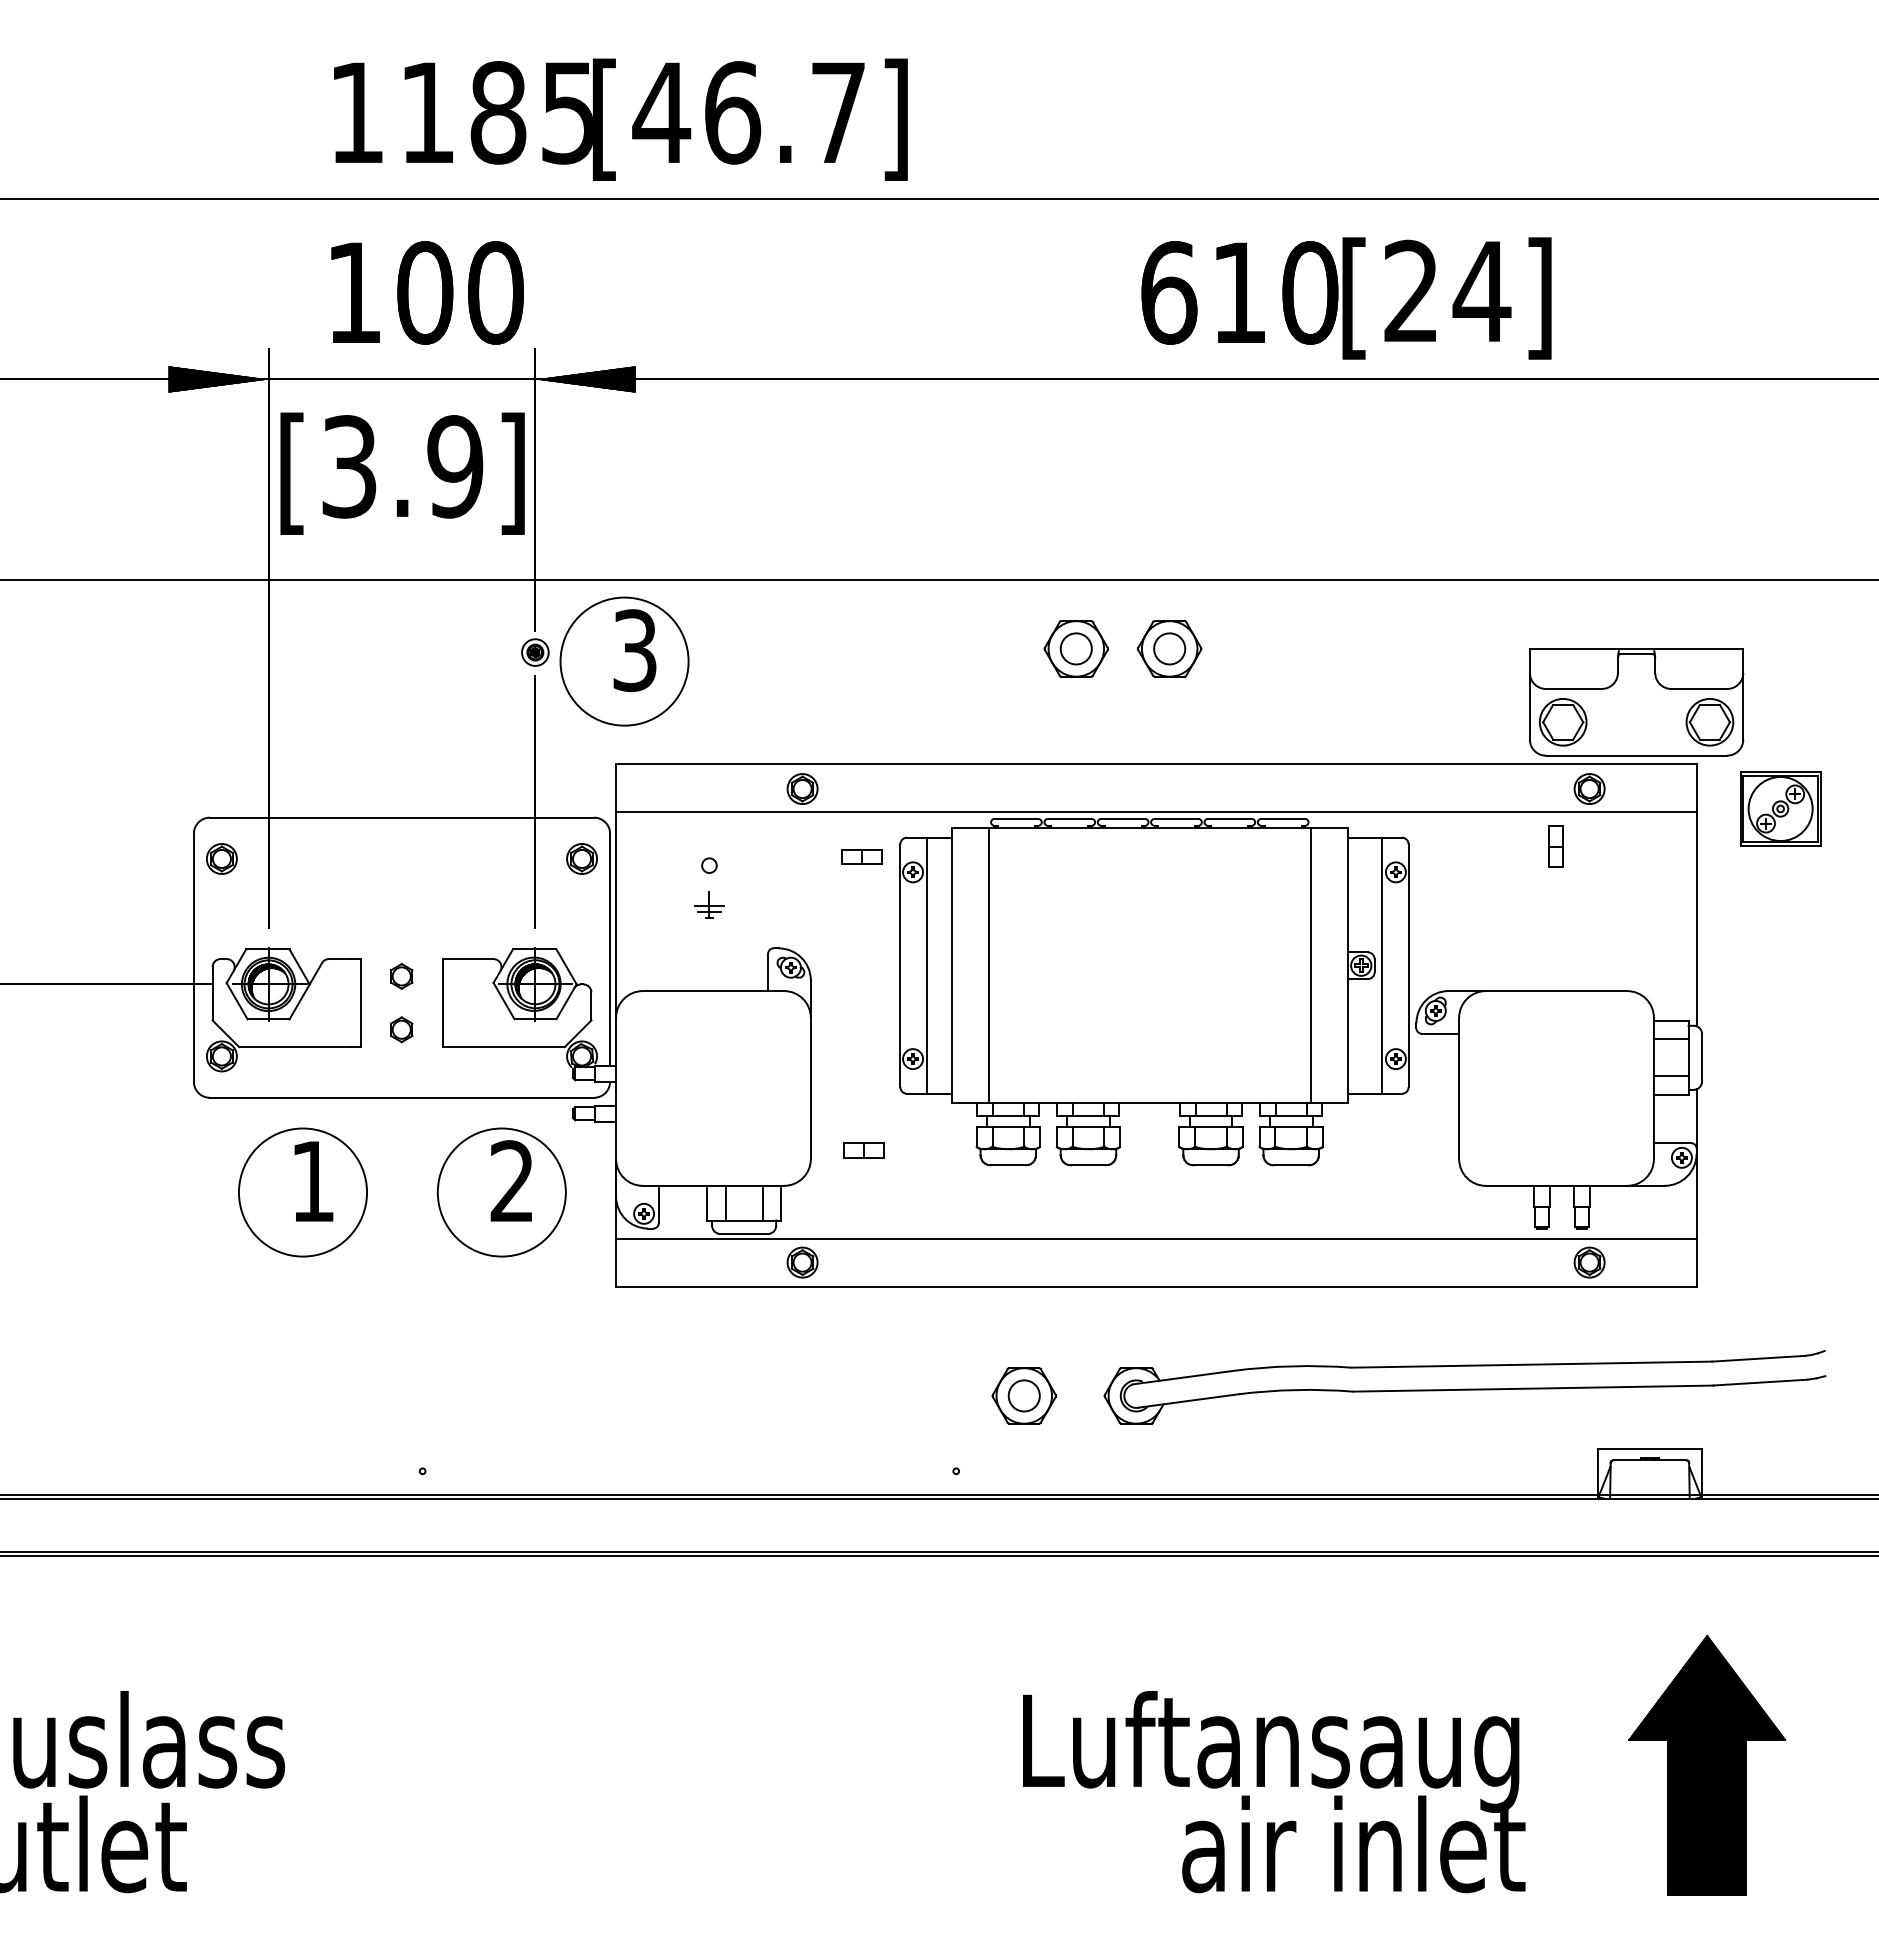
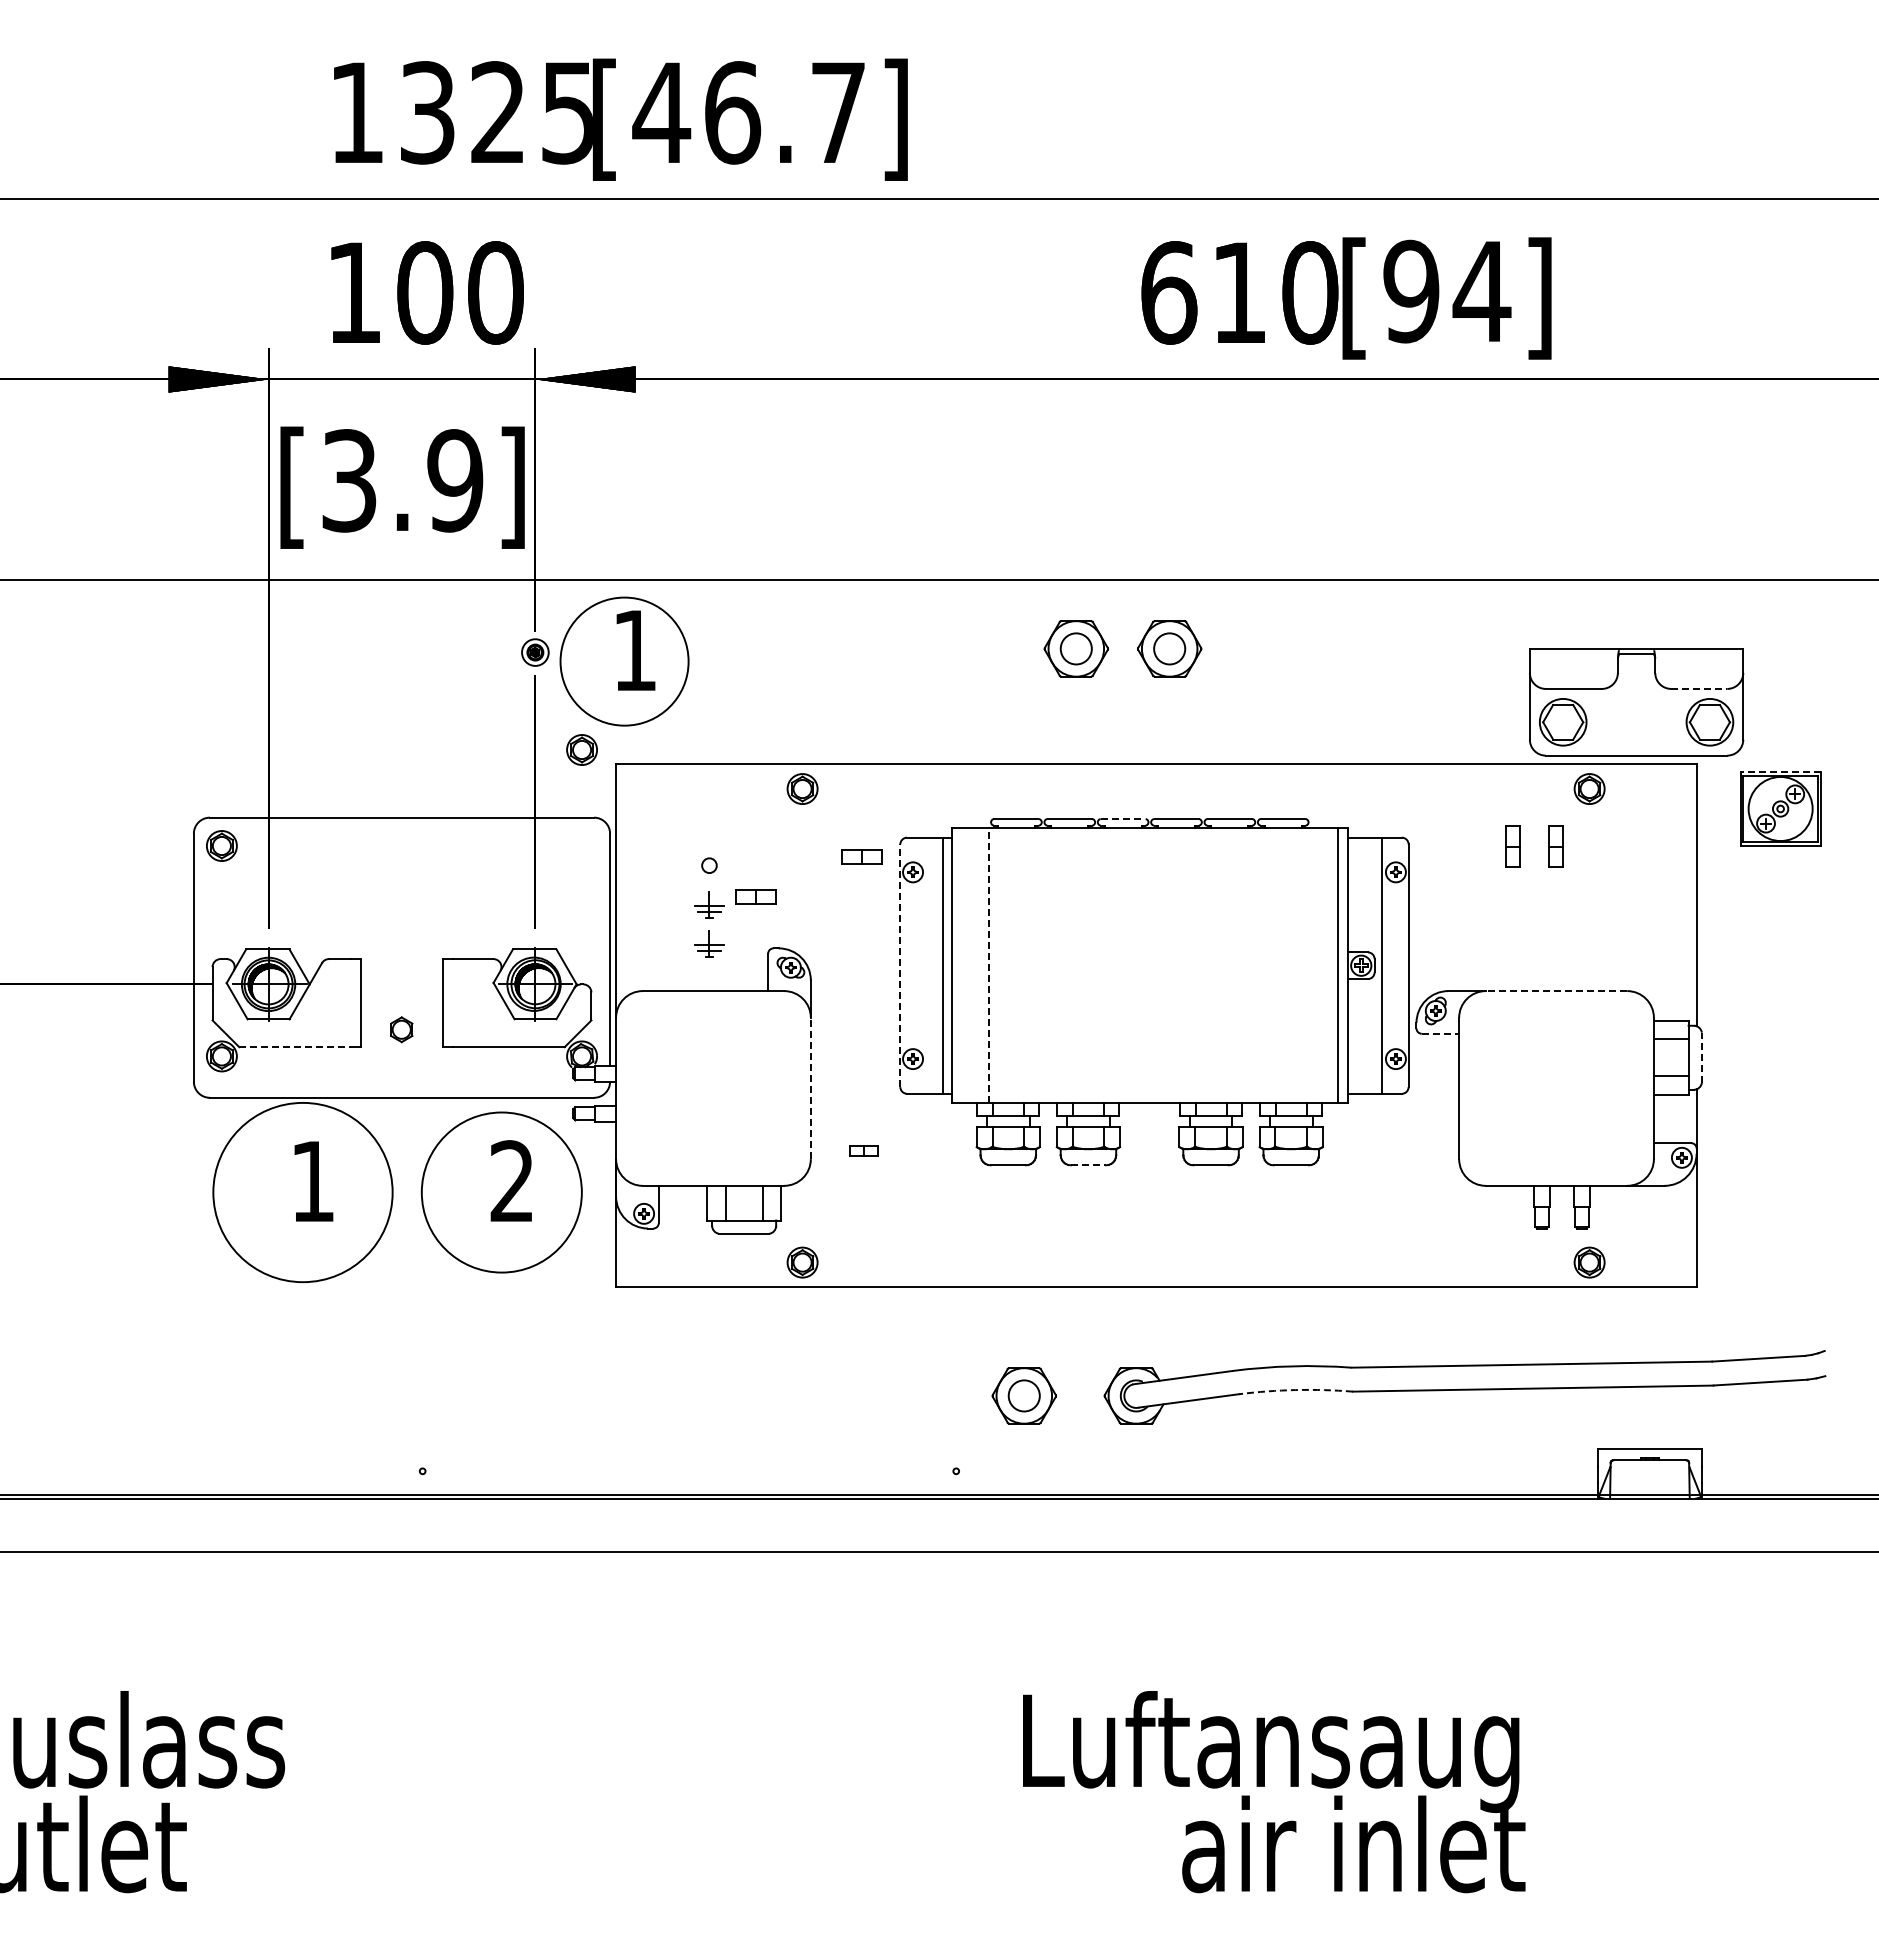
text at (463, 112): 1185 -> 1325
text at (1411, 291): [24] -> [94]
text at (402, 473) position: (402, 473) -> (402, 487)
text at (634, 650): 3 -> 1
line at (1699, 688): solid -> dashed
line at (1780, 771): solid -> dashed
line at (1156, 812): present -> none
line at (1123, 819): solid -> dashed
part at (1512, 846): none -> present
part at (221, 858) position: (221, 858) -> (221, 845)
part at (581, 858) position: (581, 858) -> (581, 749)
part at (755, 896): none -> present
part at (709, 943): none -> present
line at (900, 965): solid -> dashed
line at (927, 965) position: (927, 965) -> (943, 965)
line at (989, 965): solid -> dashed
line at (1310, 965) position: (1310, 965) -> (1337, 965)
part at (401, 976): present -> none
line at (1556, 991): solid -> dashed
line at (1440, 1033): solid -> dashed
line at (295, 1047): solid -> dashed
line at (1701, 1057): solid -> dashed
line at (810, 1088): solid -> dashed
part at (863, 1150) size: 42x17 px -> 30x12 px
line at (1088, 1165): solid -> dashed
circle at (302, 1192) diameter: 128 px -> 179 px
circle at (501, 1192) diameter: 128 px -> 160 px
line at (1156, 1239): present -> none
arc at (1295, 1390): solid -> dashed
line at (938, 1556): present -> none
part at (1707, 1764): present -> none
